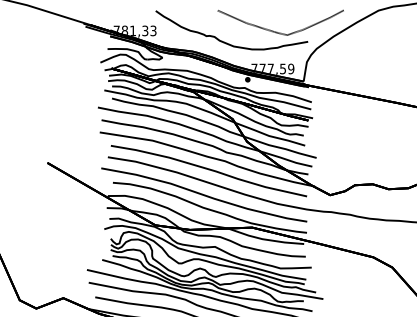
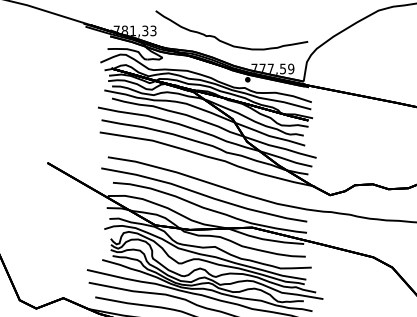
curve at (276, 31): present -> none
curve at (208, 170): present -> none
